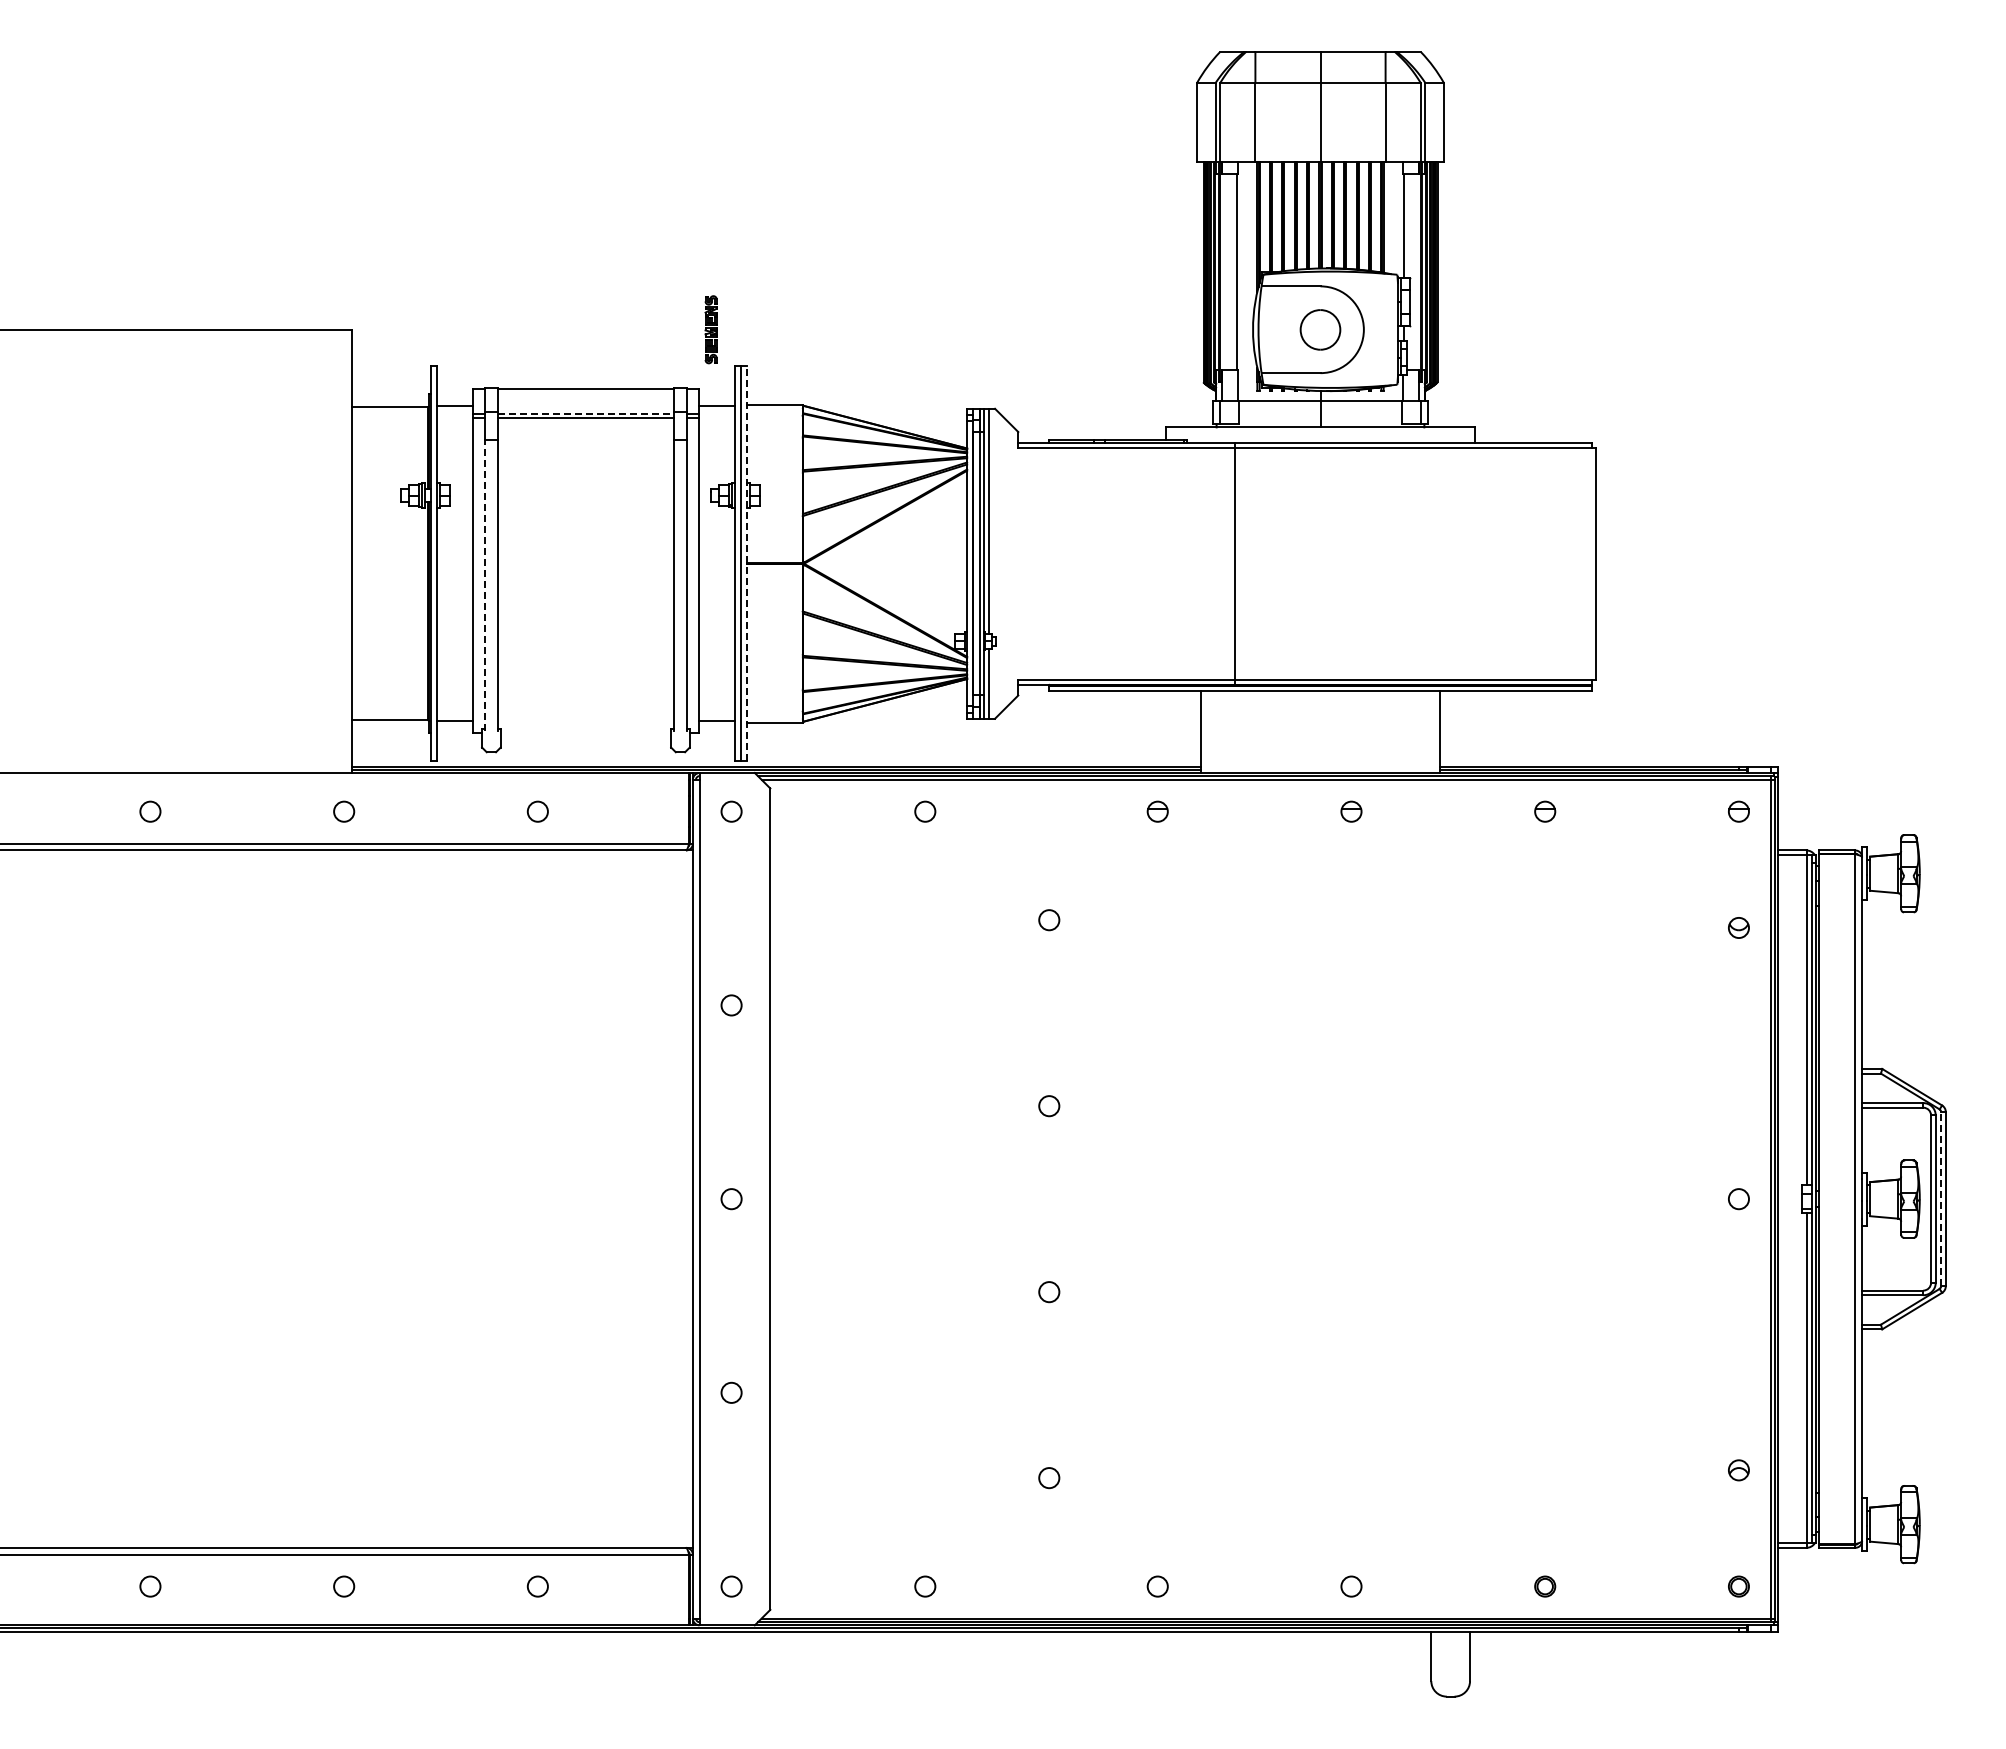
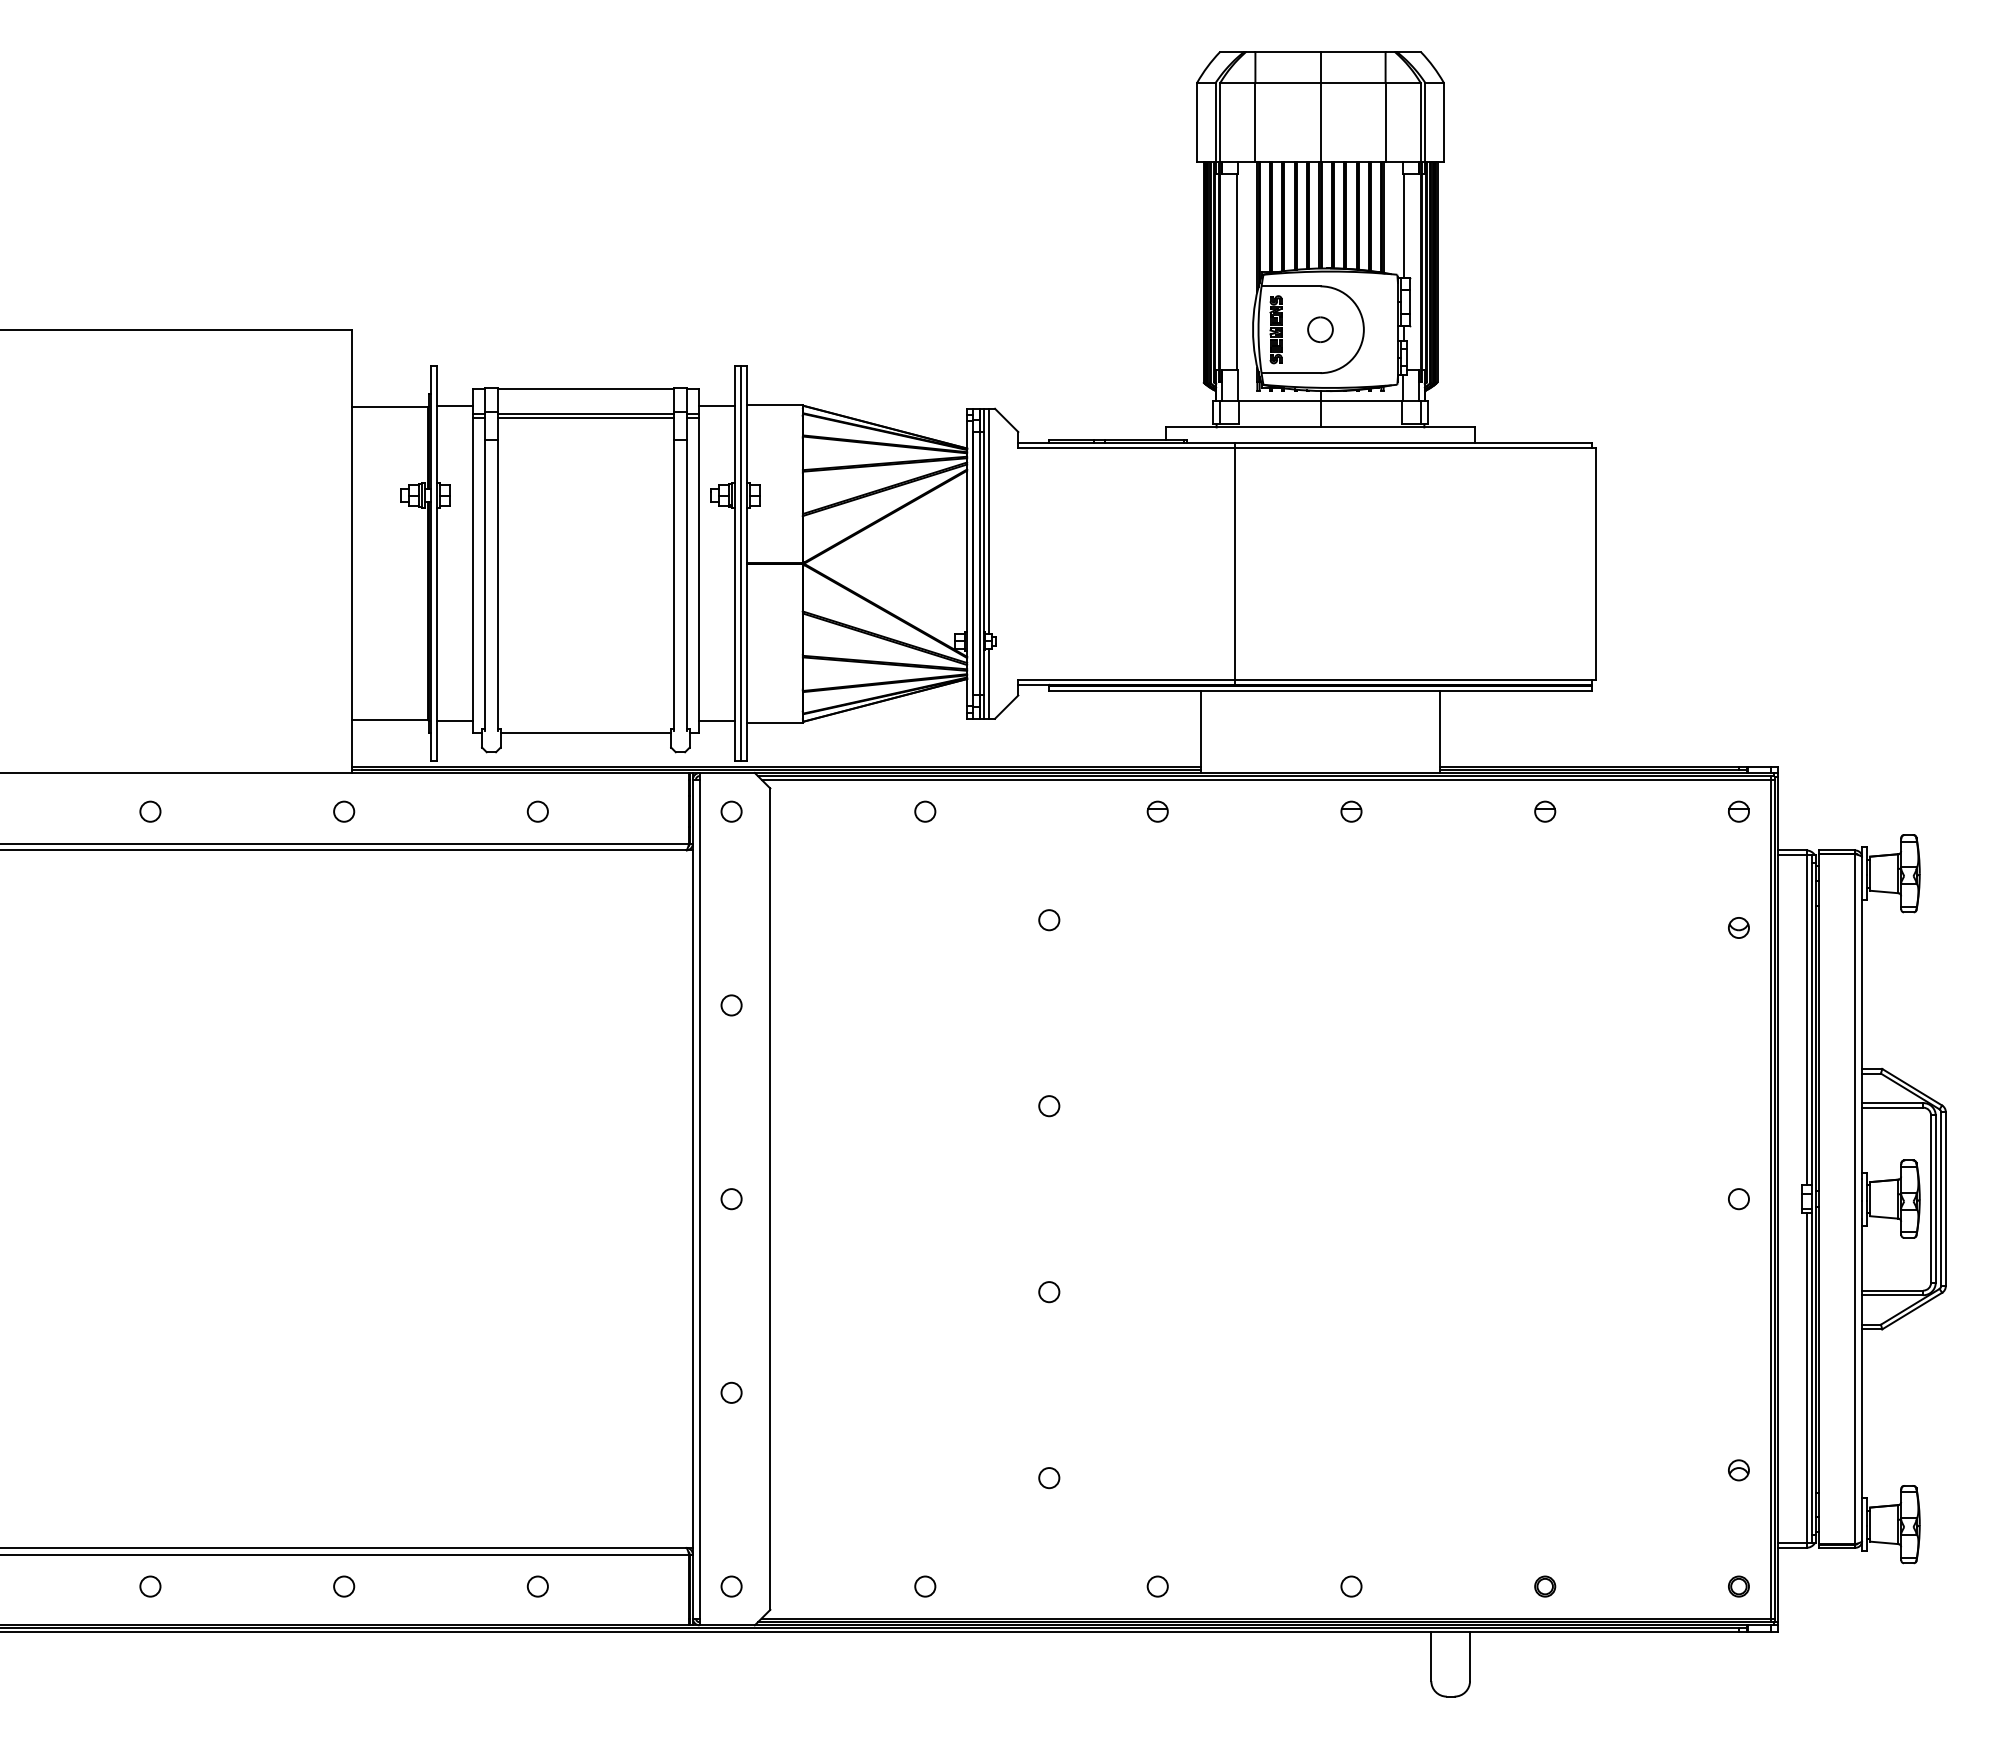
part at (710, 329) position: (710, 329) -> (1275, 329)
part at (1320, 329) size: 43x42 px -> 27x27 px
line at (586, 413): dashed -> solid
line at (747, 563): dashed -> solid
line at (485, 584): dashed -> solid
line at (585, 733): none -> present
line at (1941, 1198): dashed -> solid
